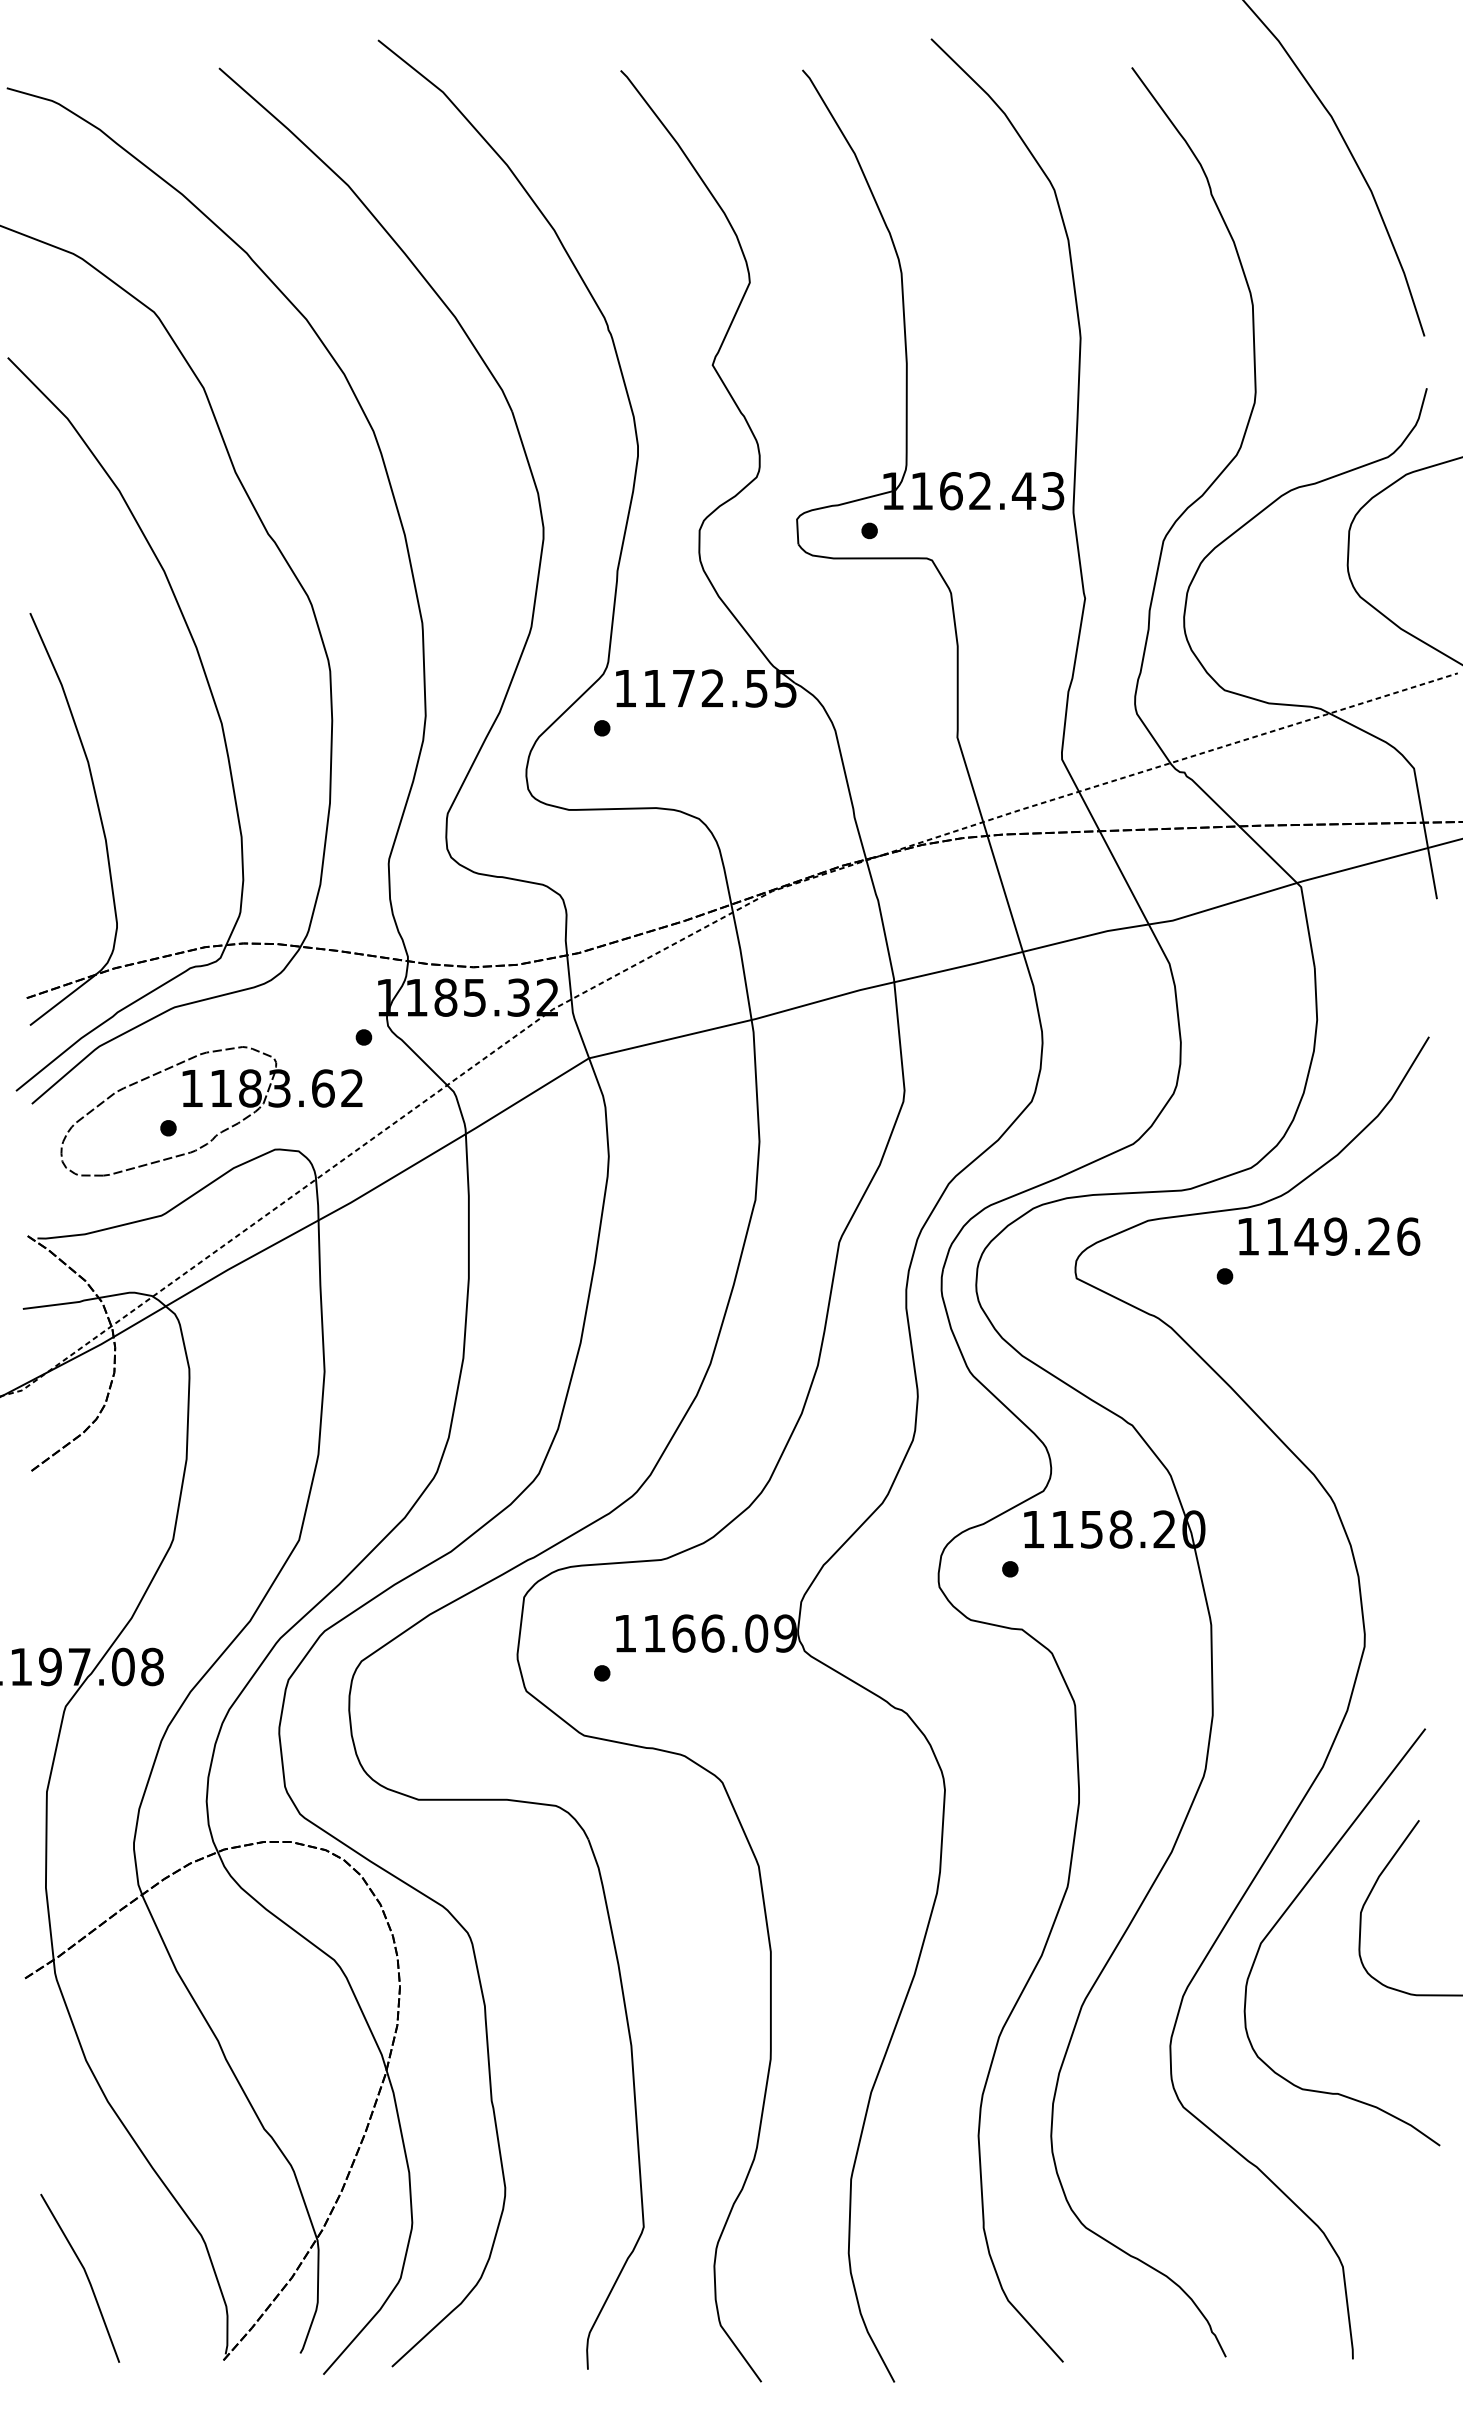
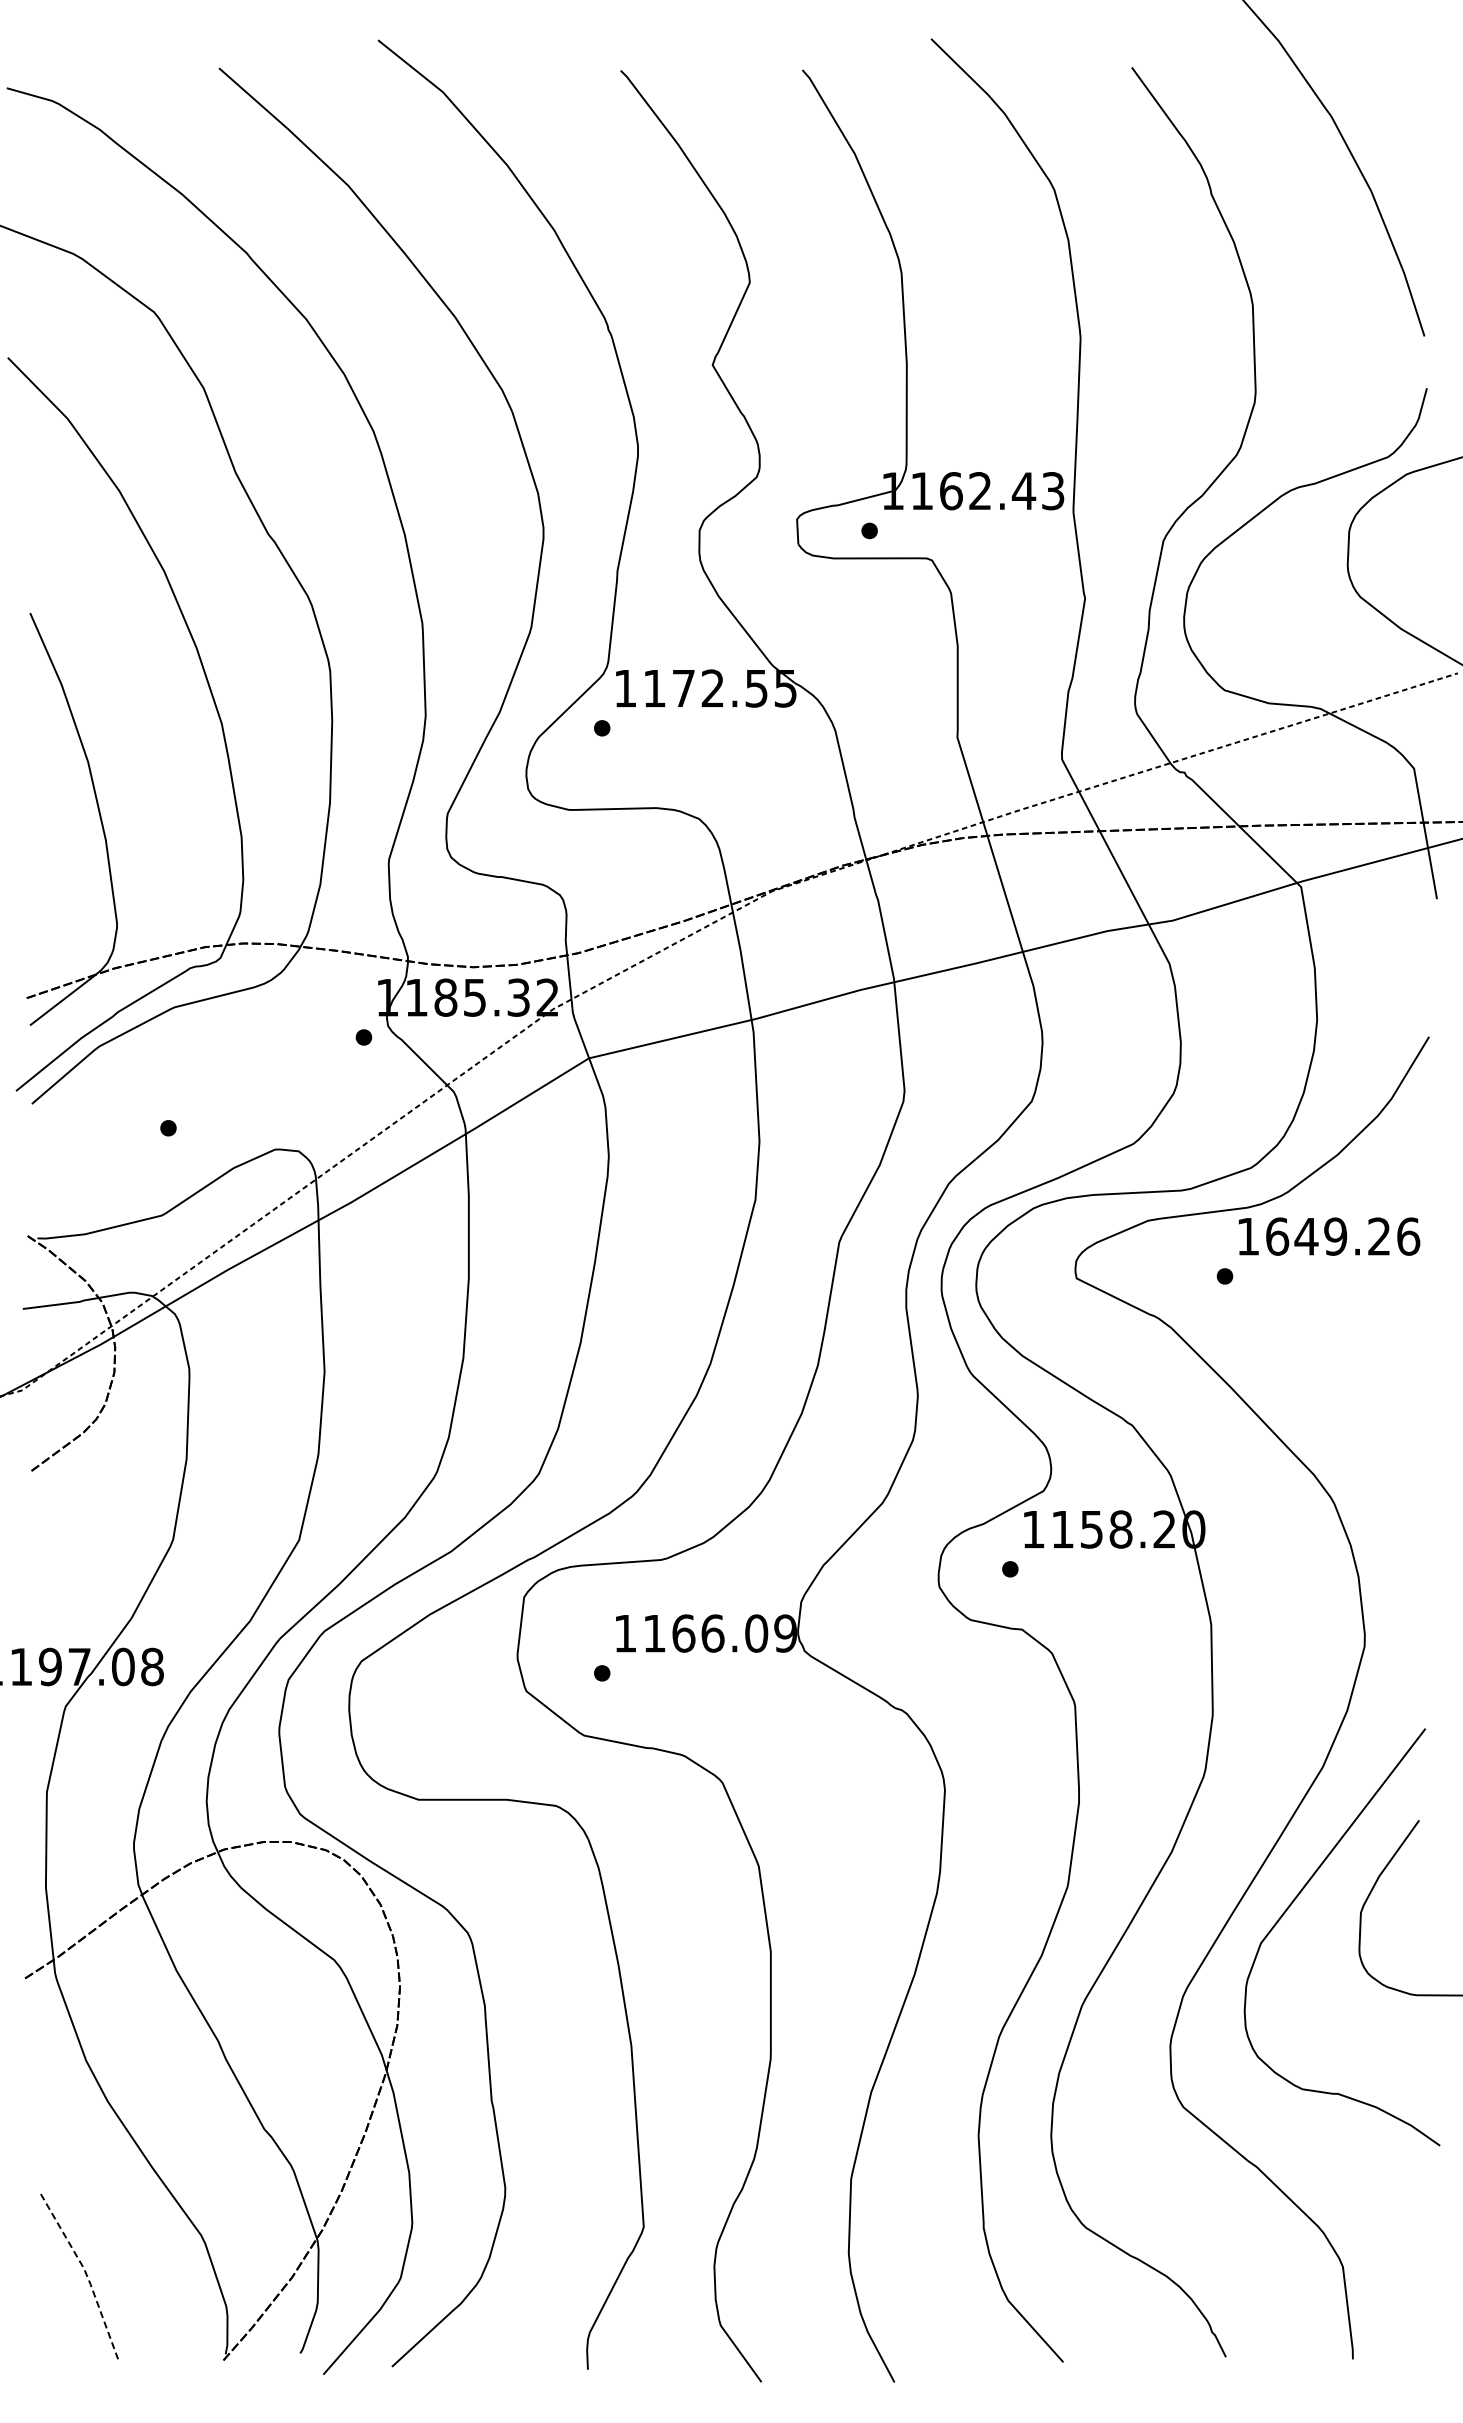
part at (211, 1111): present -> none
text at (1277, 1236): 1149.26 -> 1649.26
line at (86, 2275): solid -> dashed
